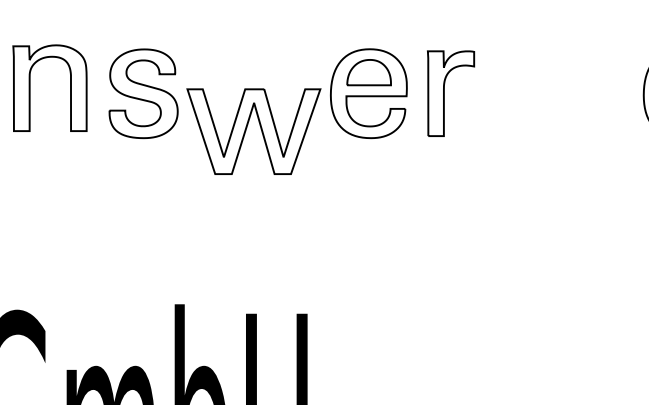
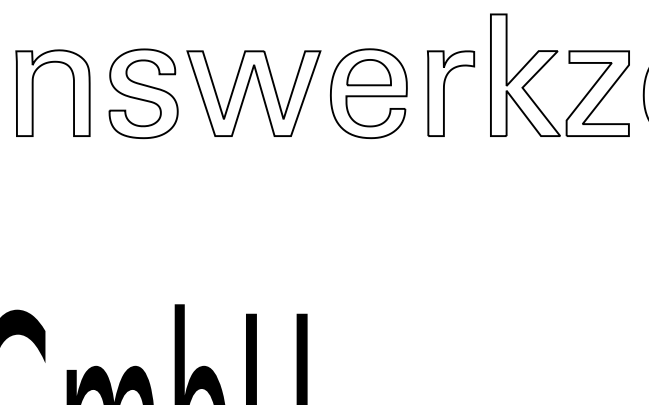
part at (568, 63): none -> present
part at (30, 87) position: (30, 87) -> (33, 92)
part at (247, 128) position: (247, 128) -> (247, 90)
